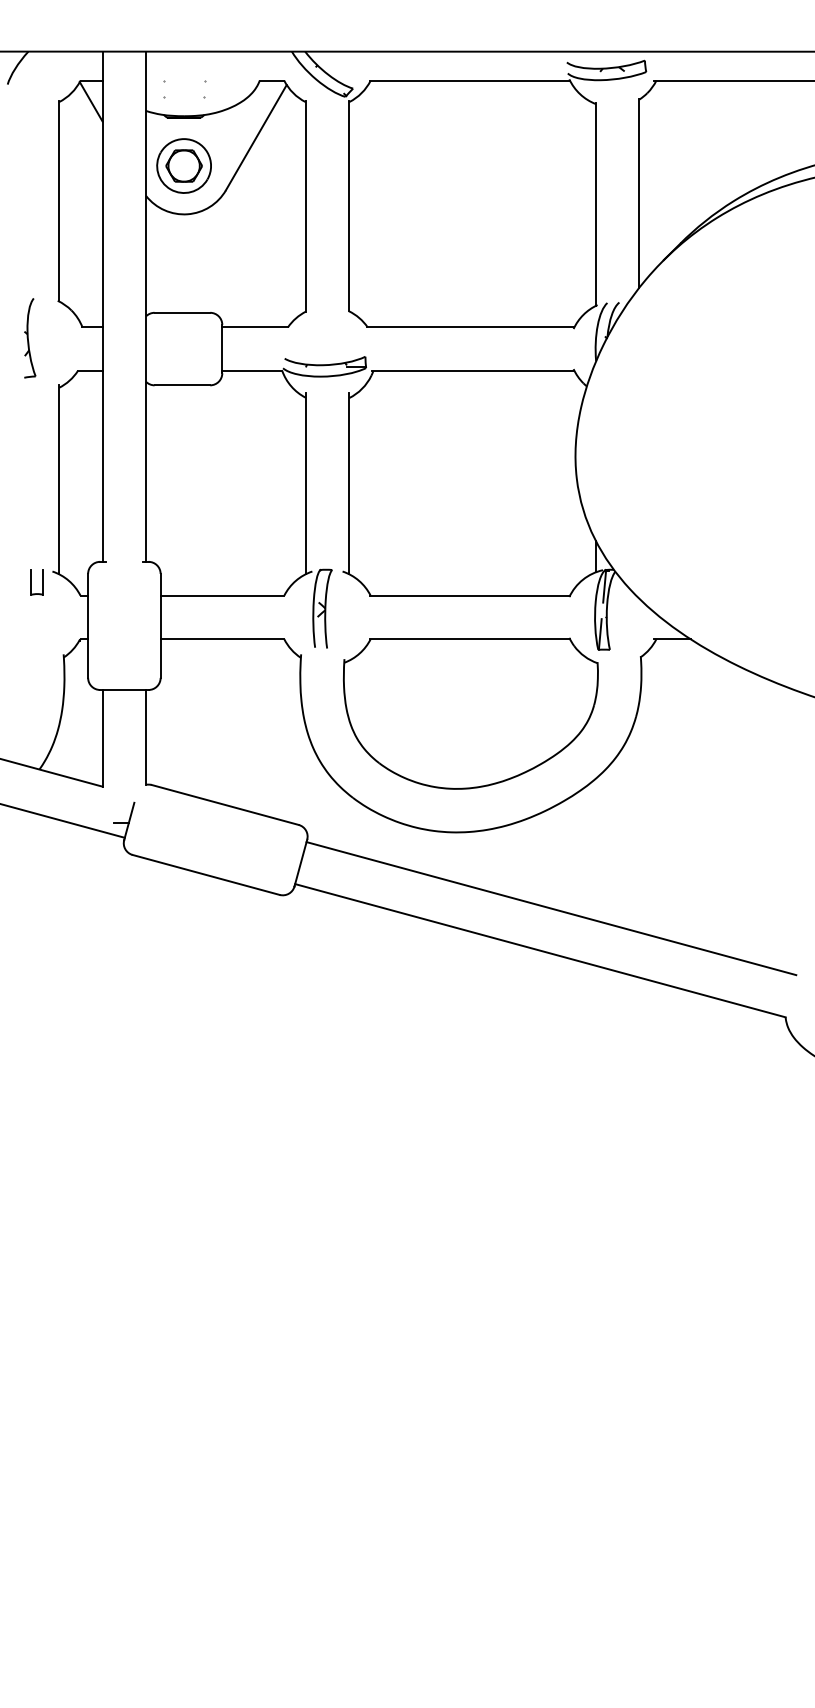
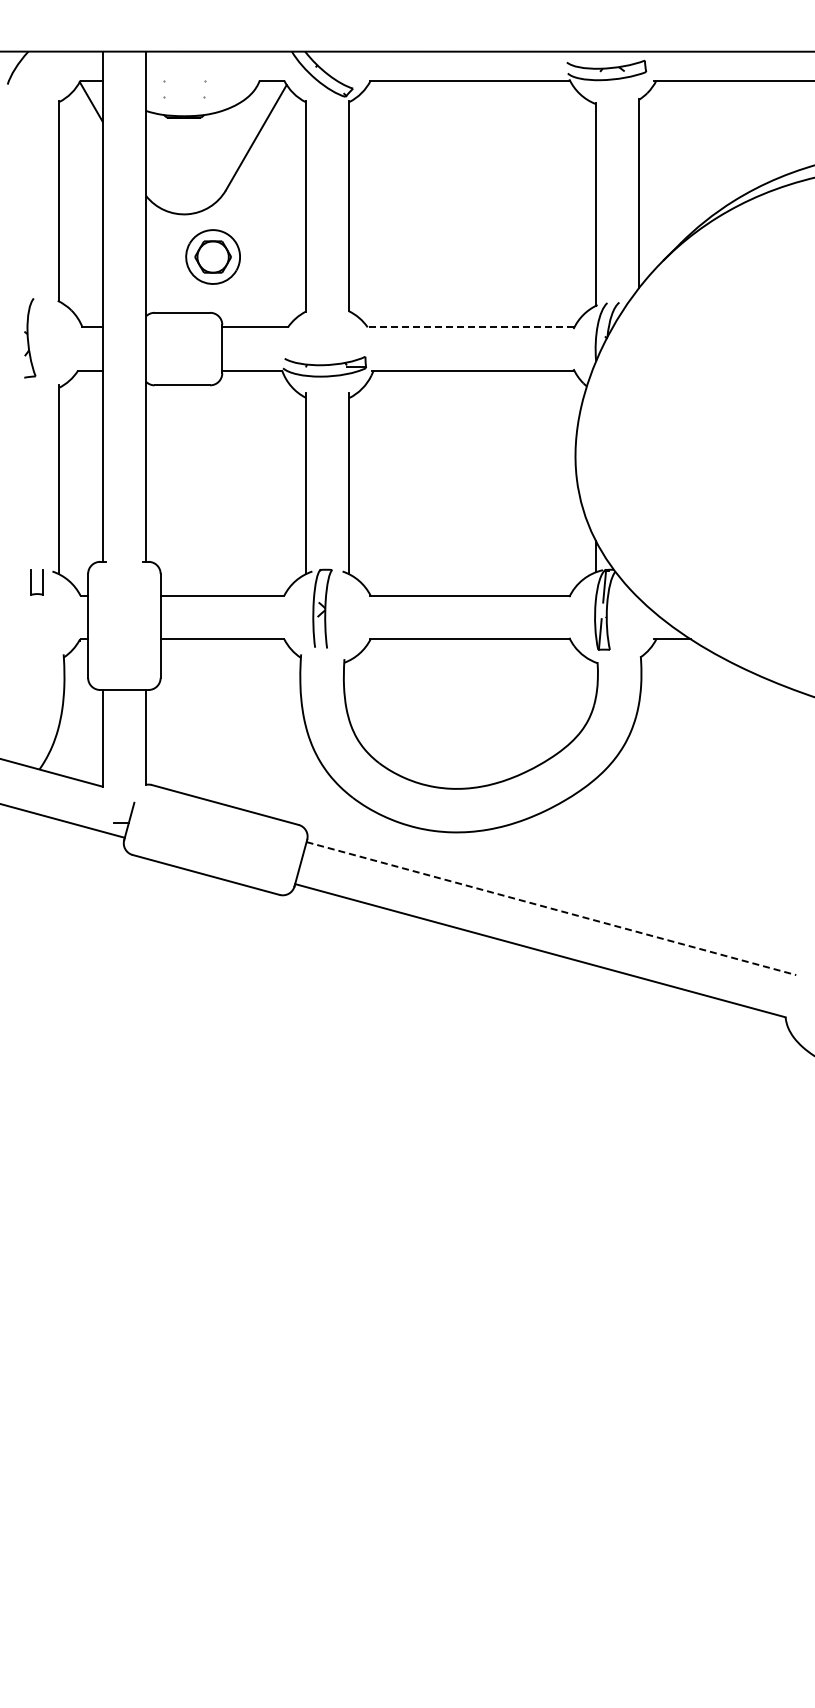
part at (183, 165) position: (183, 165) -> (212, 256)
line at (470, 327): solid -> dashed
line at (551, 908): solid -> dashed
